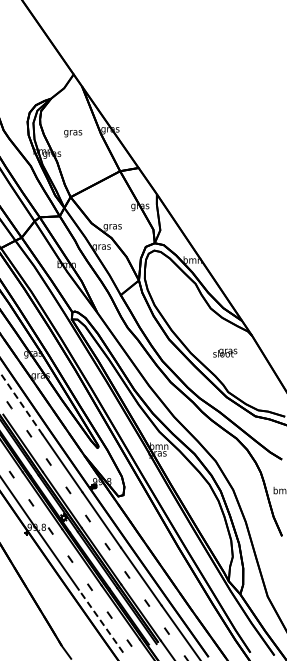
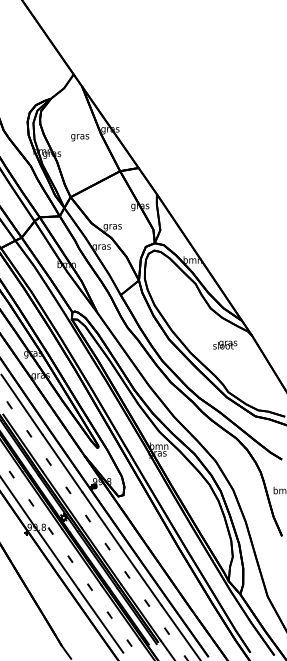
text at (73, 133) position: (73, 133) -> (80, 137)
text at (225, 352) position: (225, 352) -> (225, 344)
line at (21, 404): dashed -> solid
line at (100, 620): dashed -> solid
